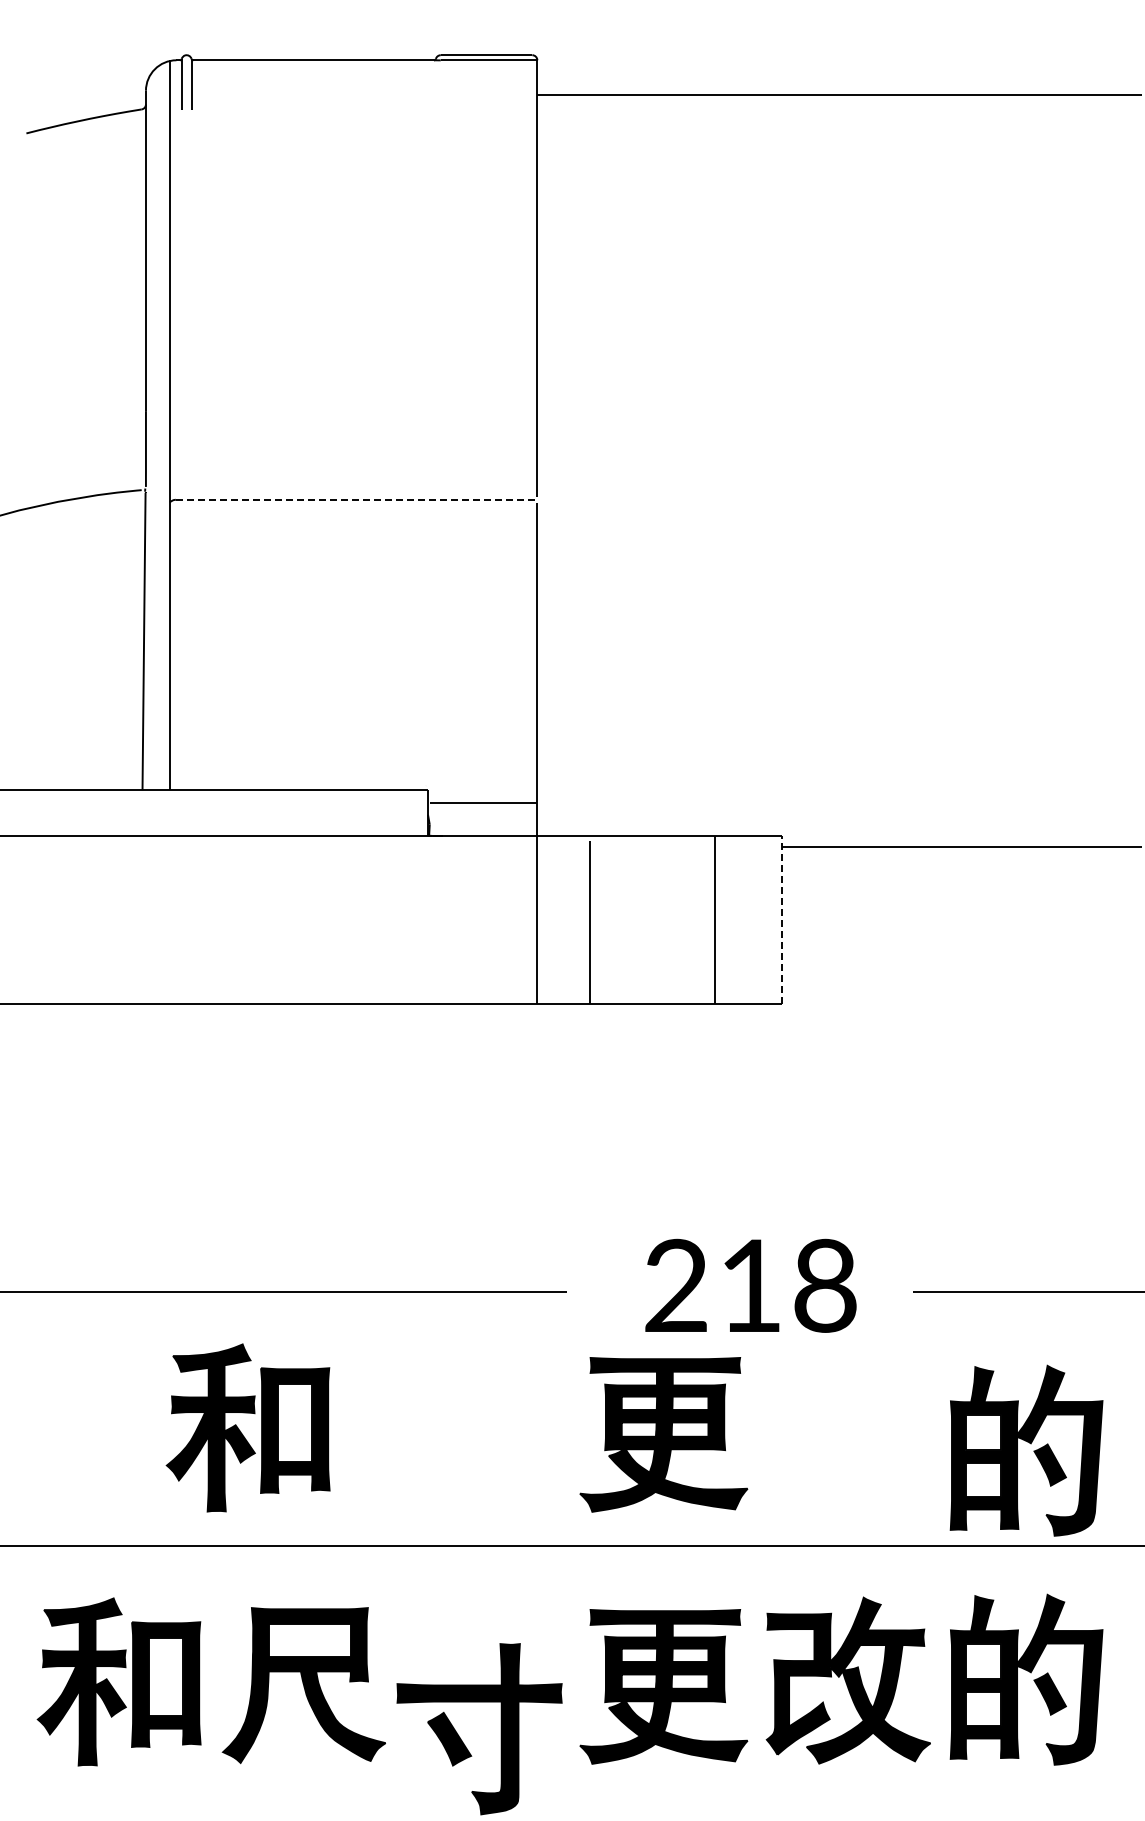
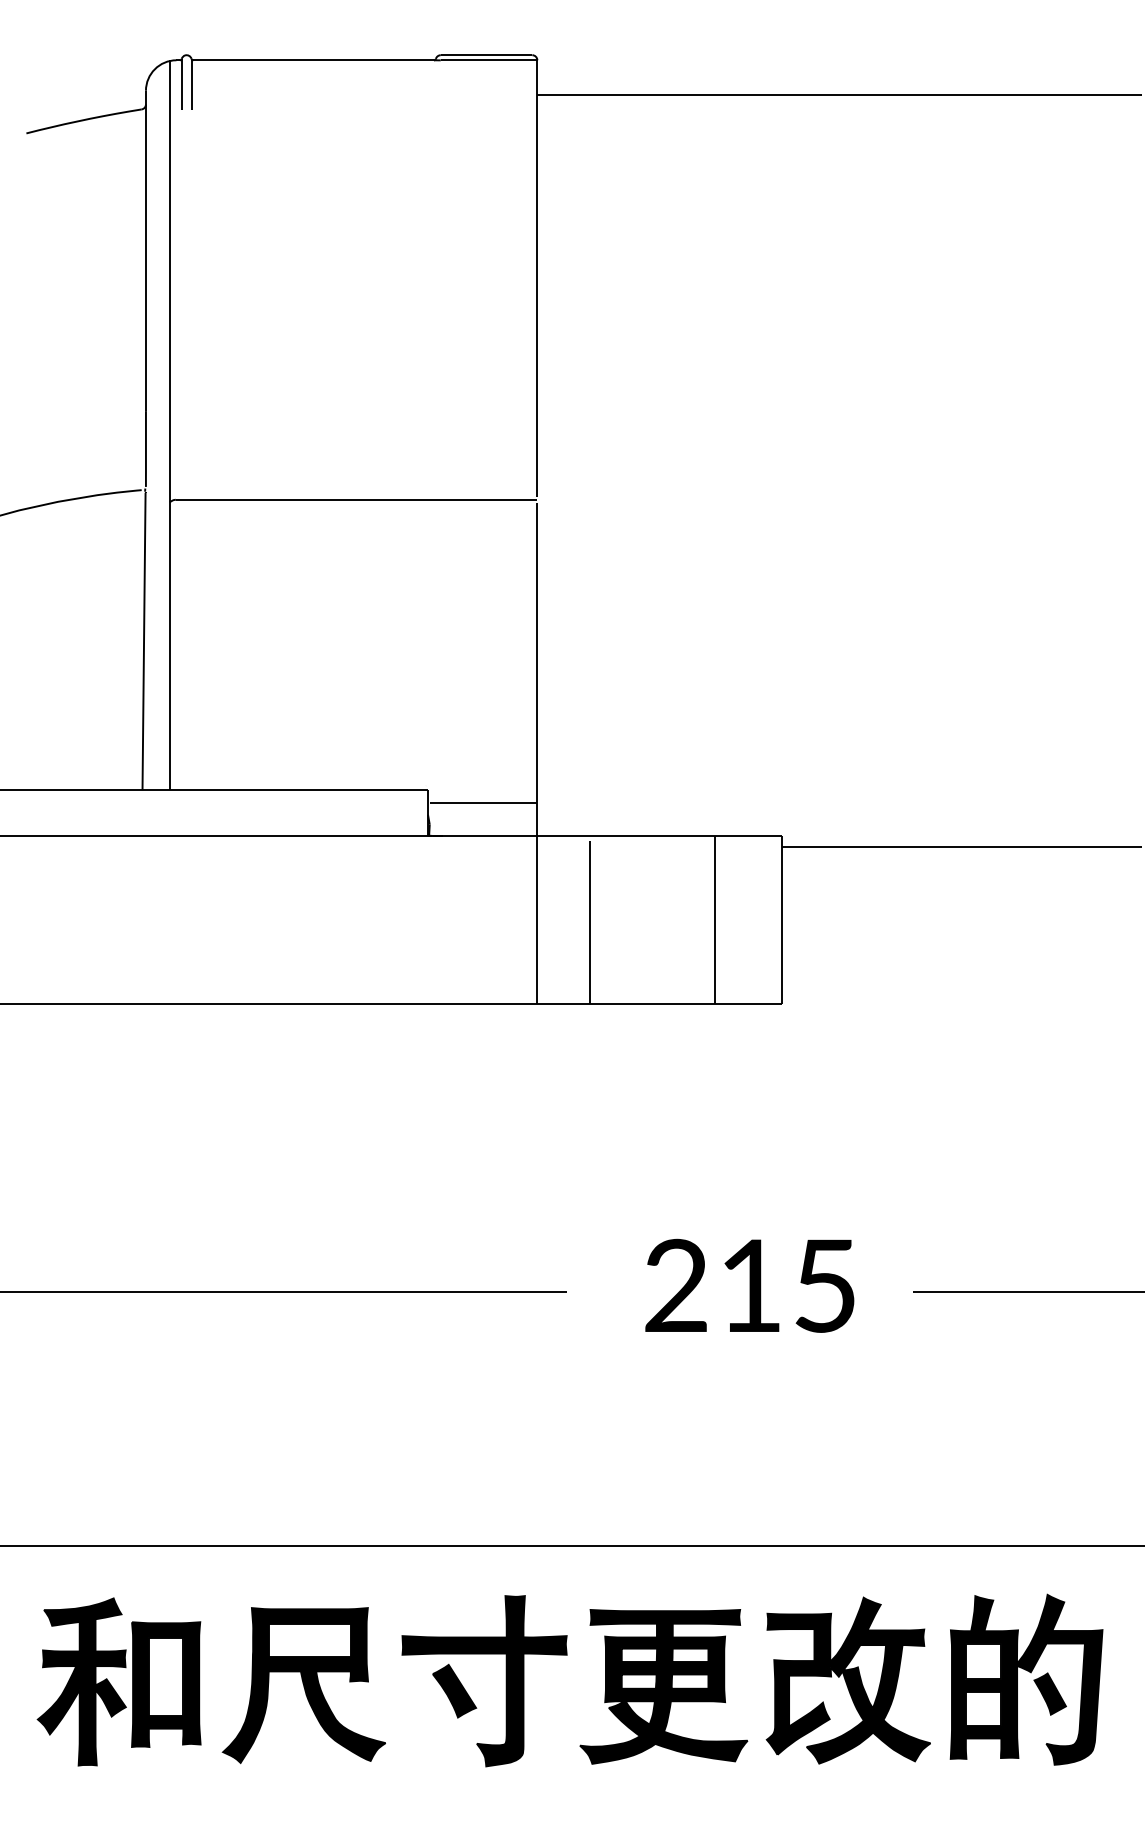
line at (356, 499): dashed -> solid
line at (781, 919): dashed -> solid
text at (825, 1285): 218 -> 215
part at (240, 1430): present -> none
part at (663, 1434): present -> none
part at (1033, 1450): present -> none
part at (461, 1738) position: (461, 1738) -> (466, 1690)
